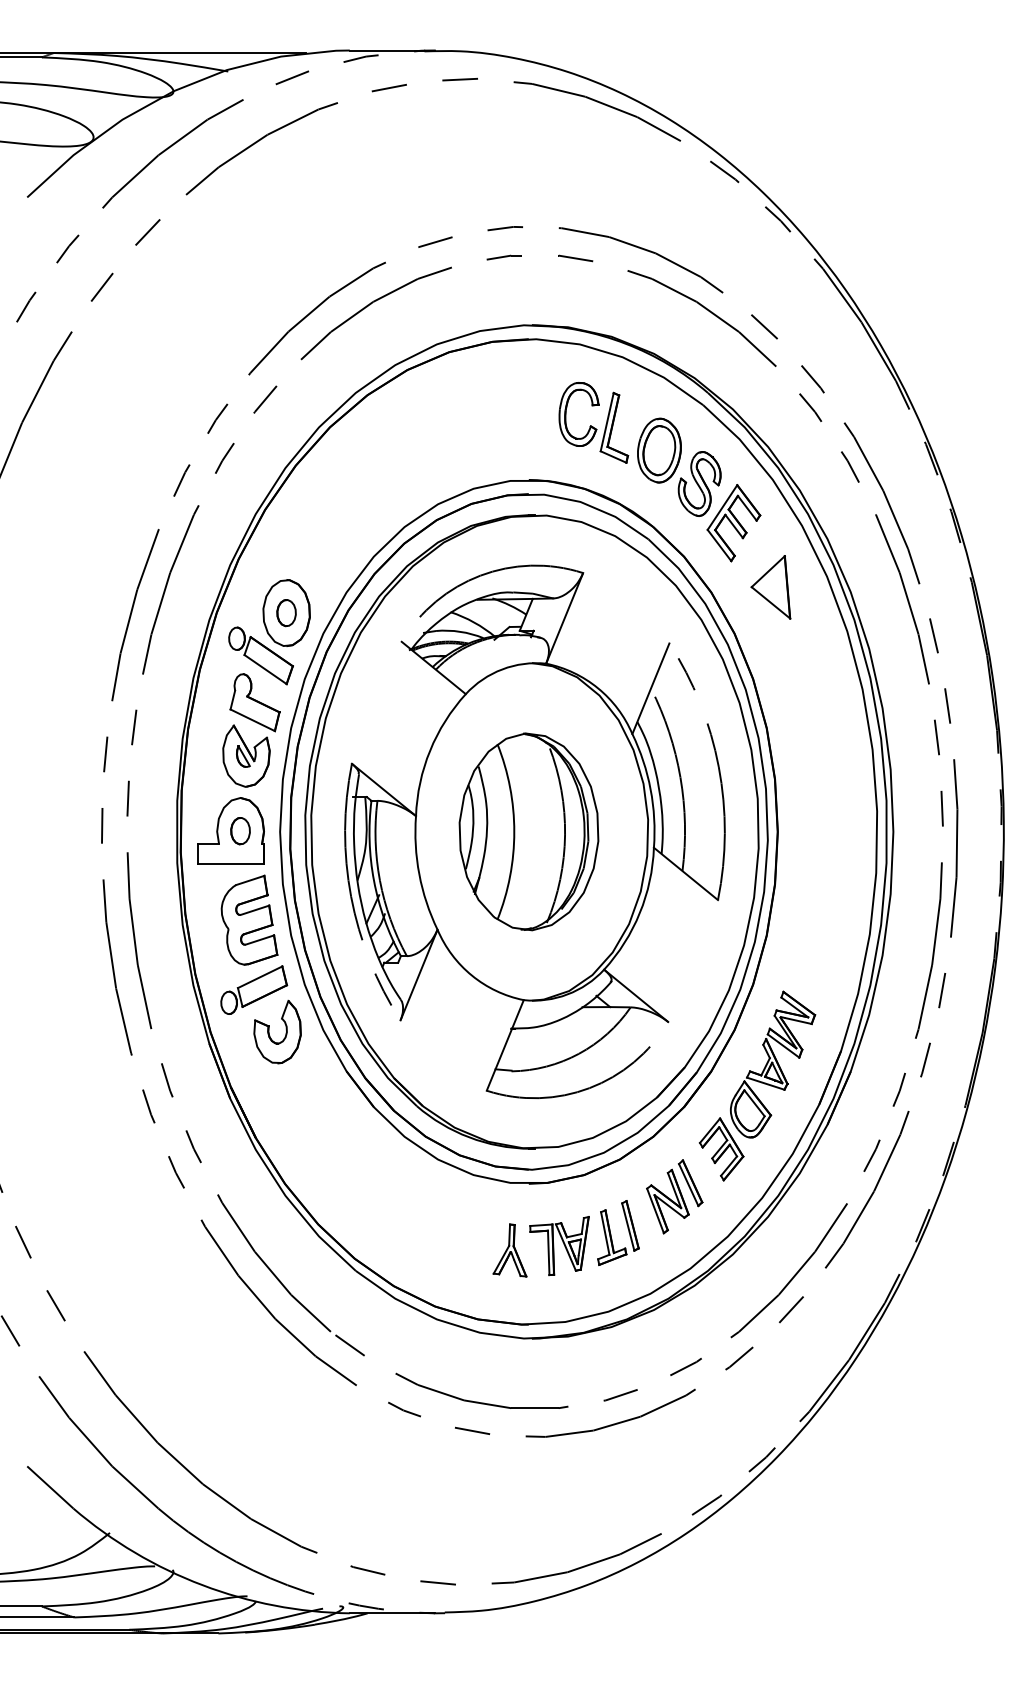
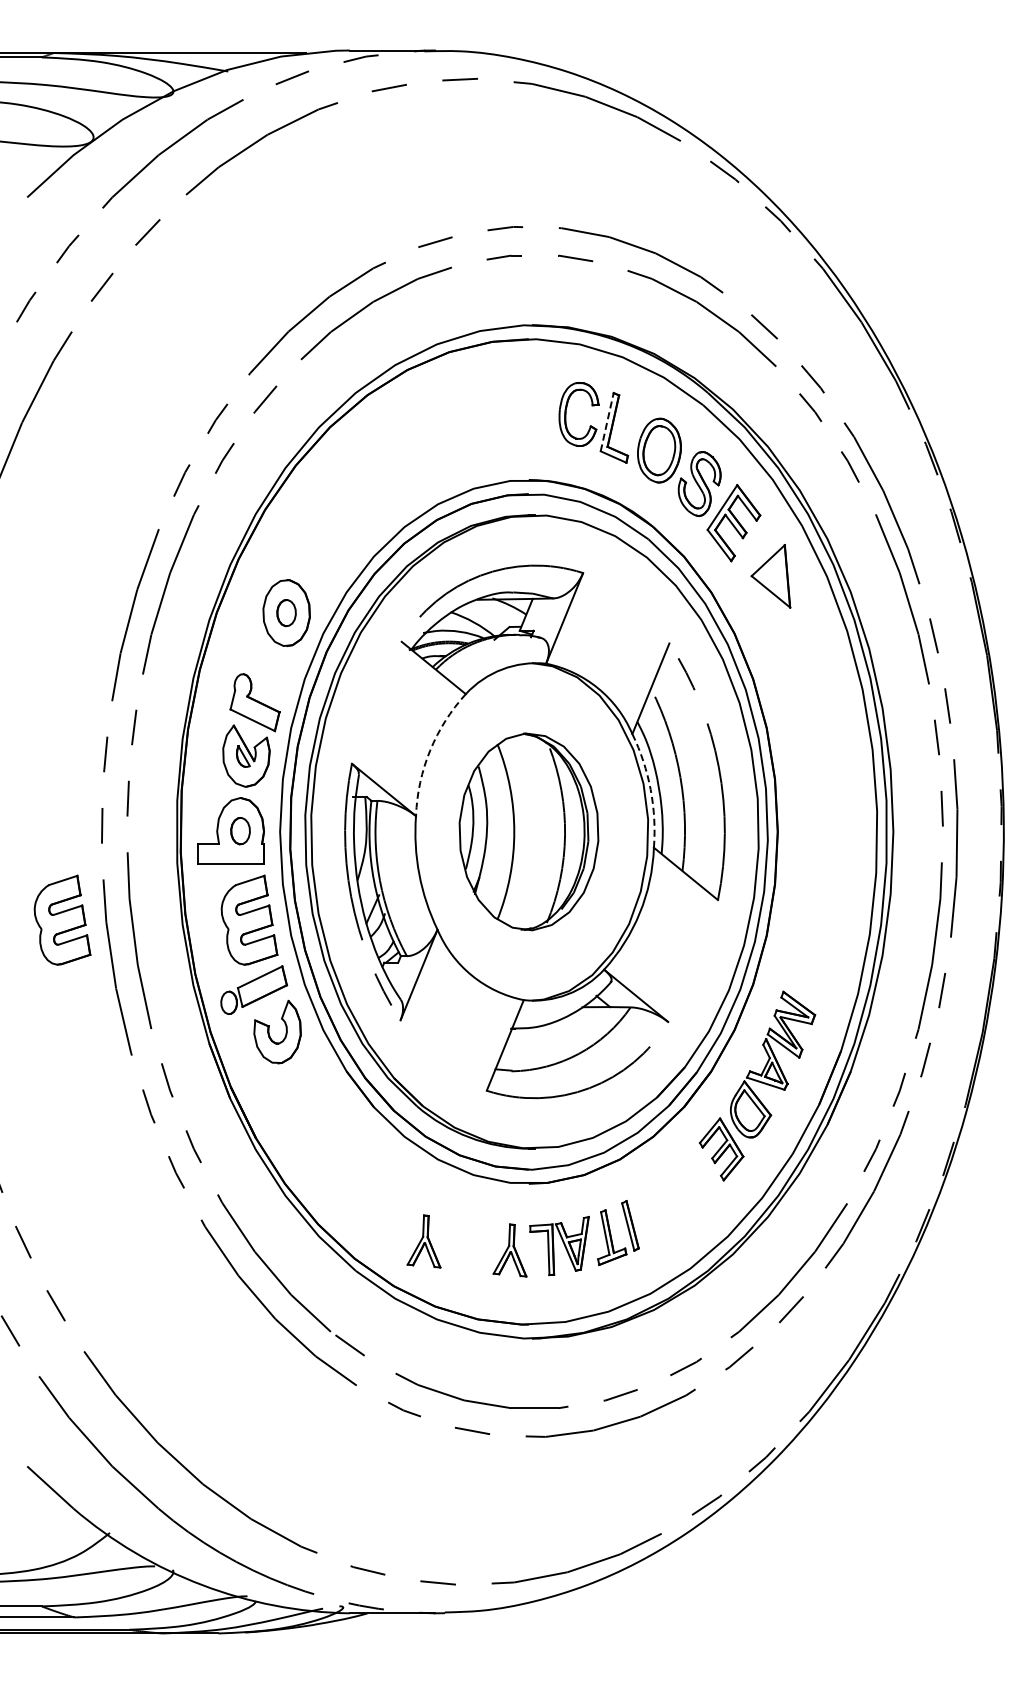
line at (607, 422): solid -> dashed
part at (770, 587) position: (770, 587) -> (770, 576)
part at (260, 655): present -> none
arc at (430, 750): solid -> dashed
arc at (650, 789): solid -> dashed
part at (62, 919): none -> present
part at (674, 1196): present -> none
part at (423, 1241): none -> present
